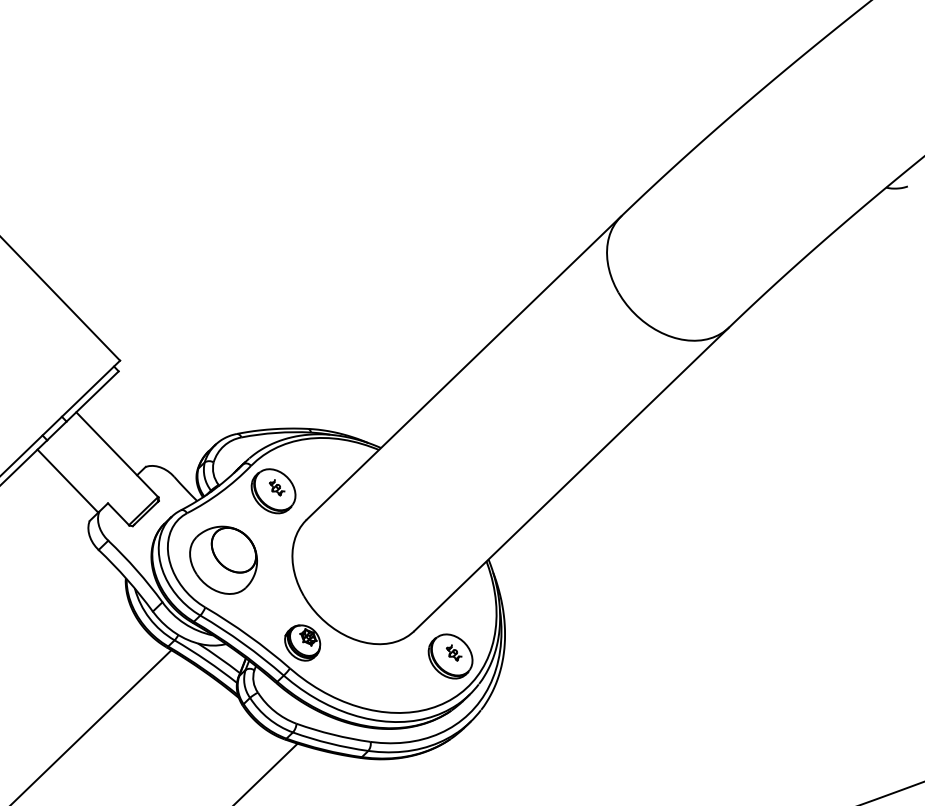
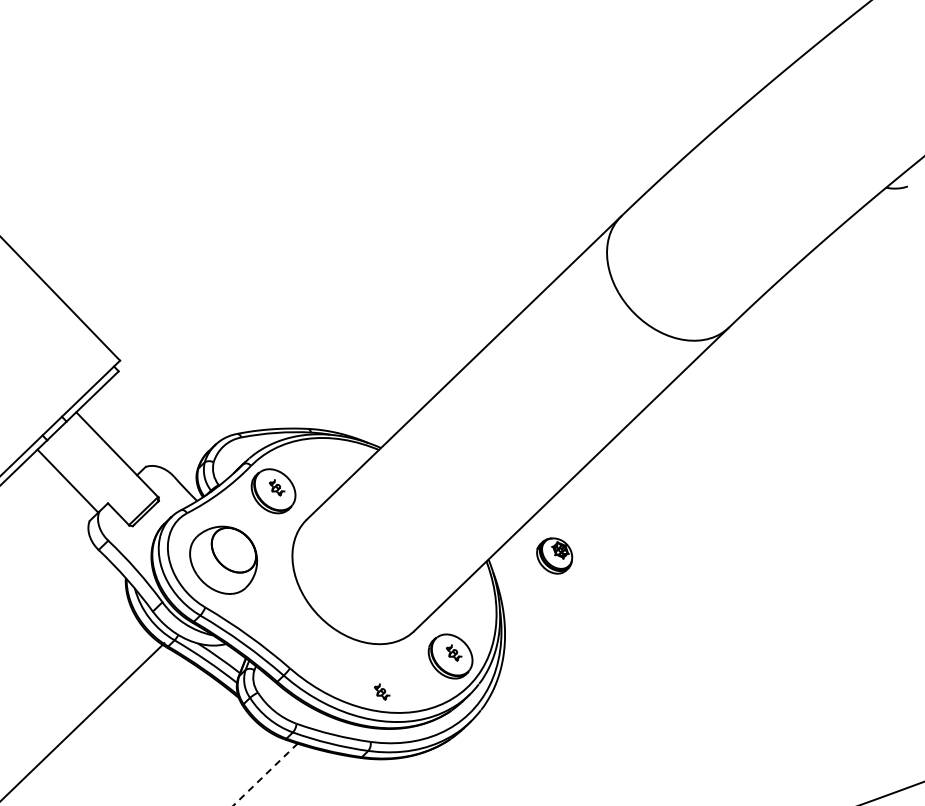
part at (302, 642) position: (302, 642) -> (554, 555)
part at (381, 691): none -> present
line at (92, 726) position: (92, 726) -> (83, 721)
line at (266, 774): solid -> dashed
